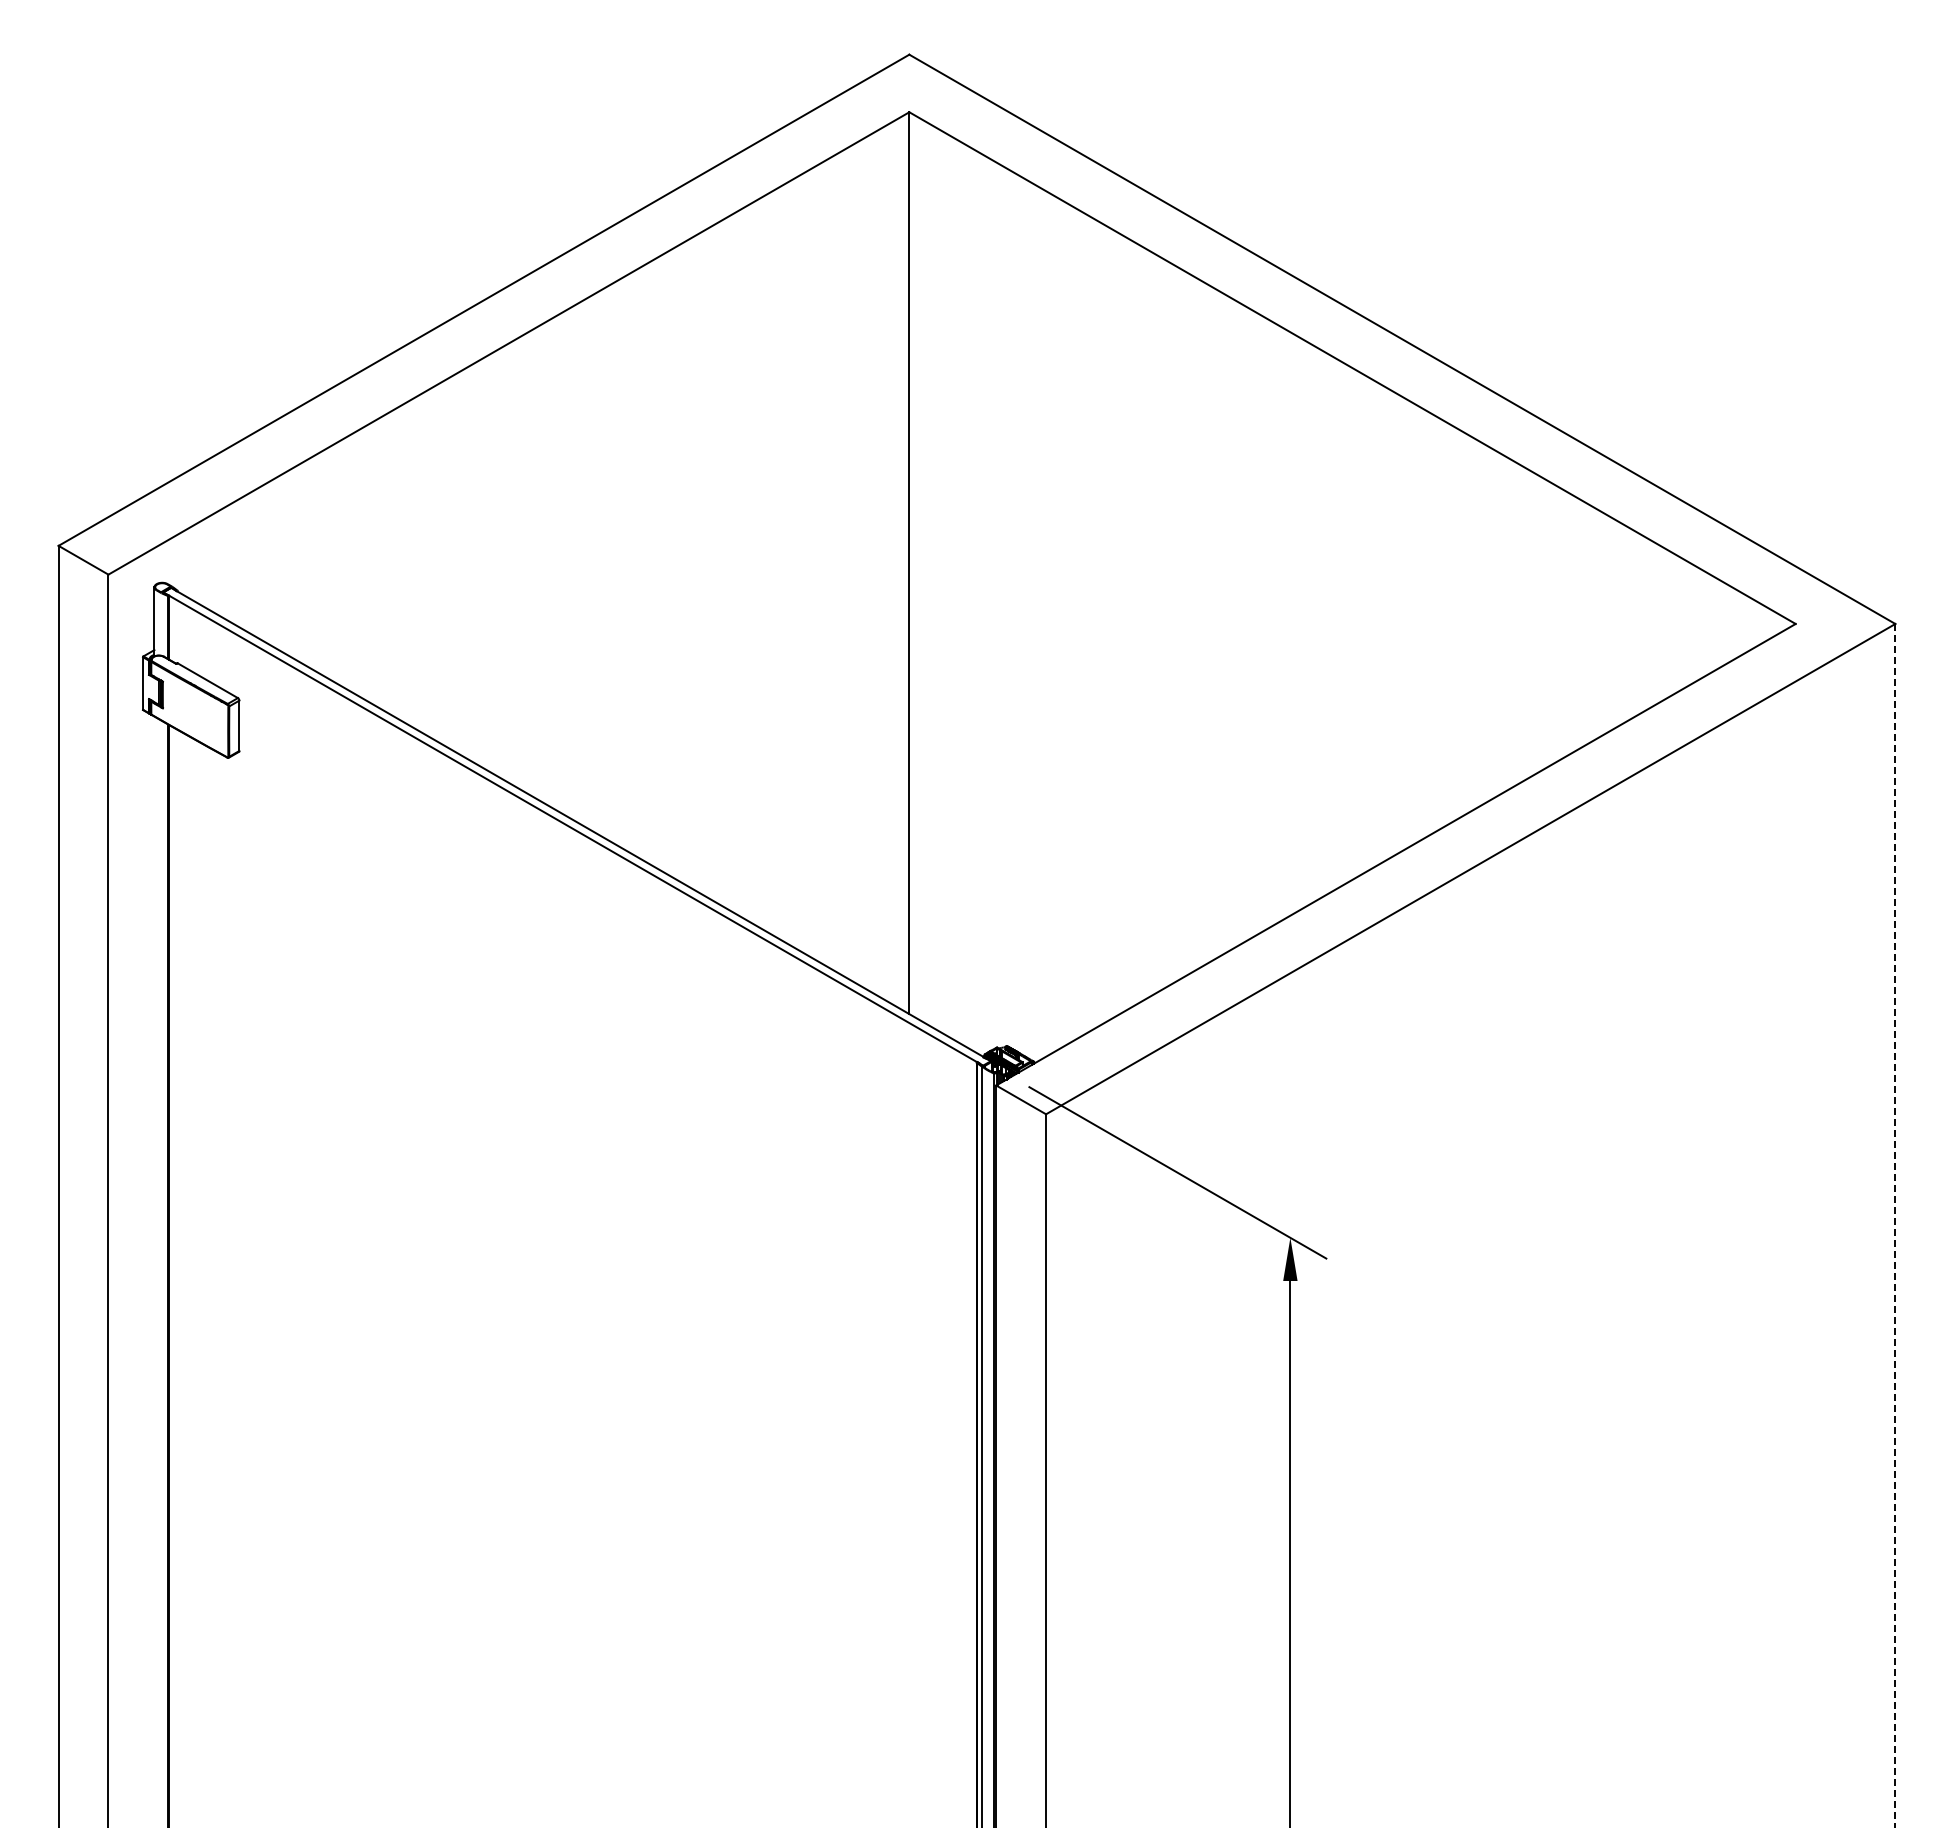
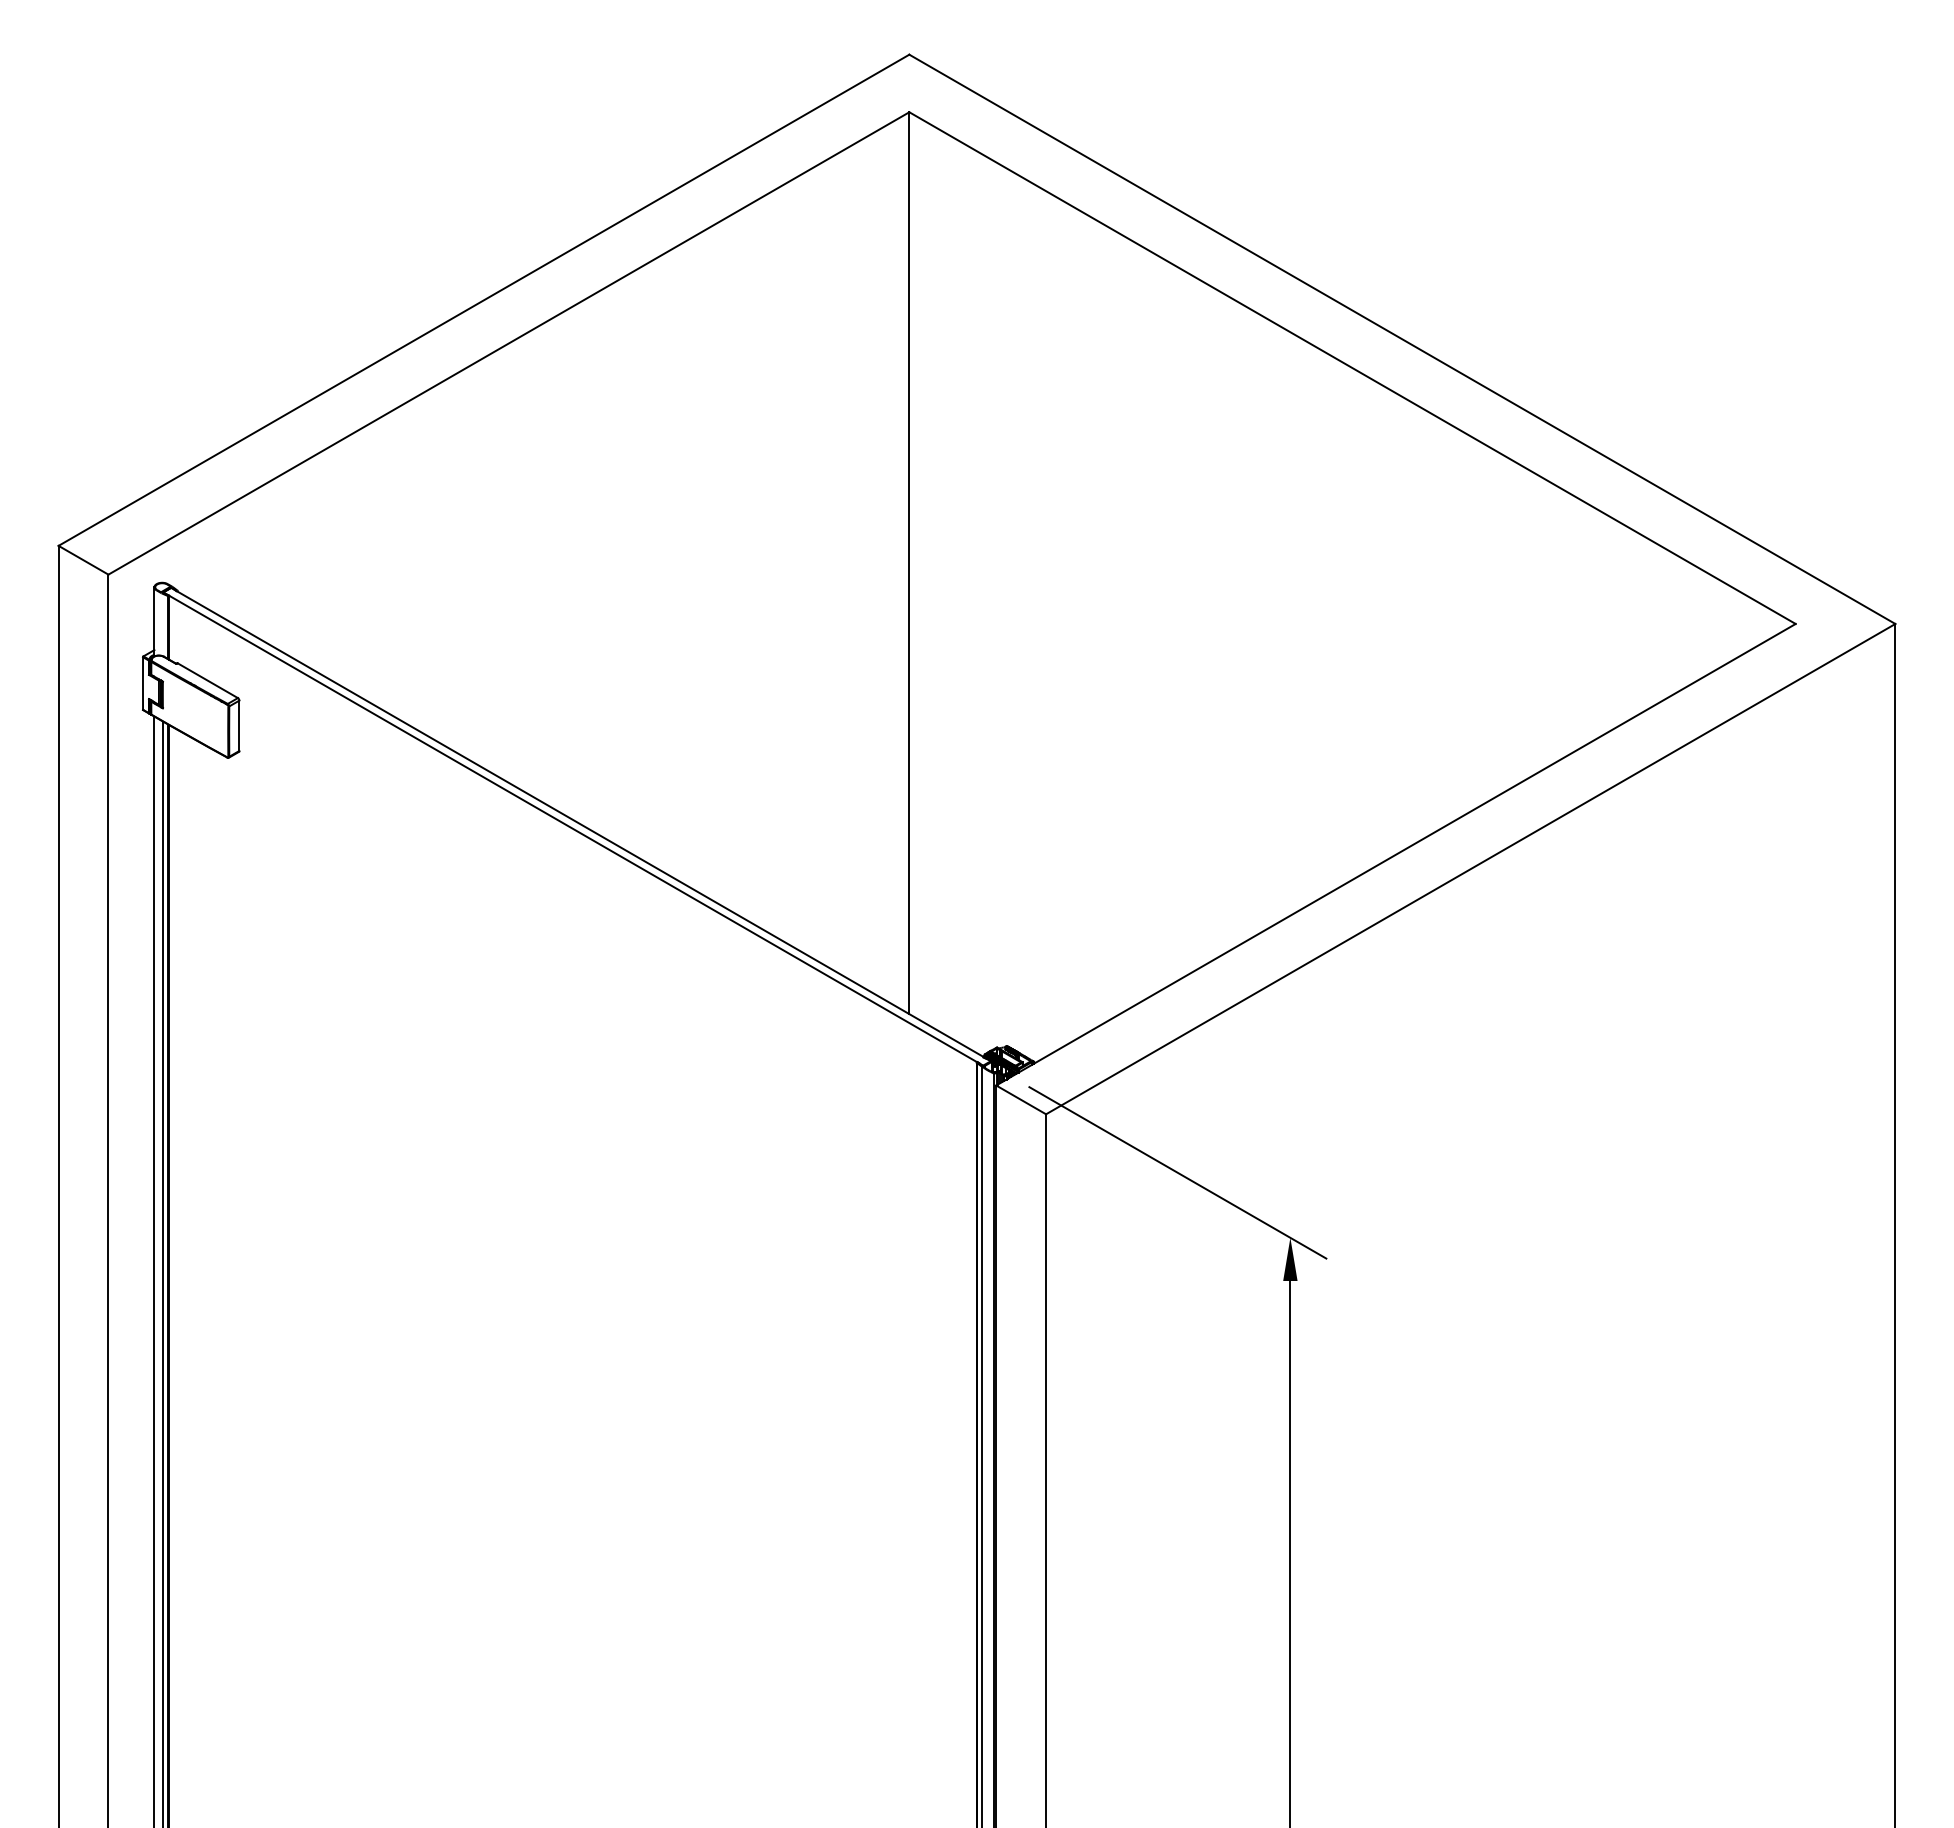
line at (1895, 1225): dashed -> solid
line at (154, 1270): none -> present
line at (163, 1272): none -> present
